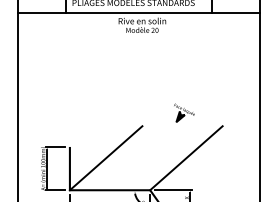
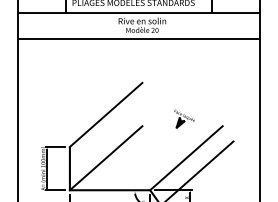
line at (138, 39): none -> present
part at (184, 112) position: (184, 112) -> (184, 118)
line at (105, 114): none -> present
line at (200, 169): none -> present
